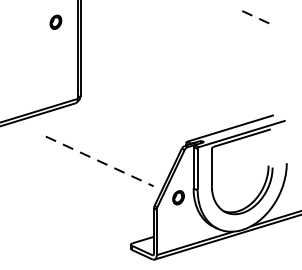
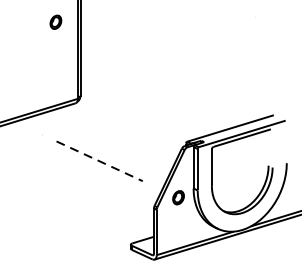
part at (255, 17): present -> none
part at (99, 160) size: 109x52 px -> 87x42 px
